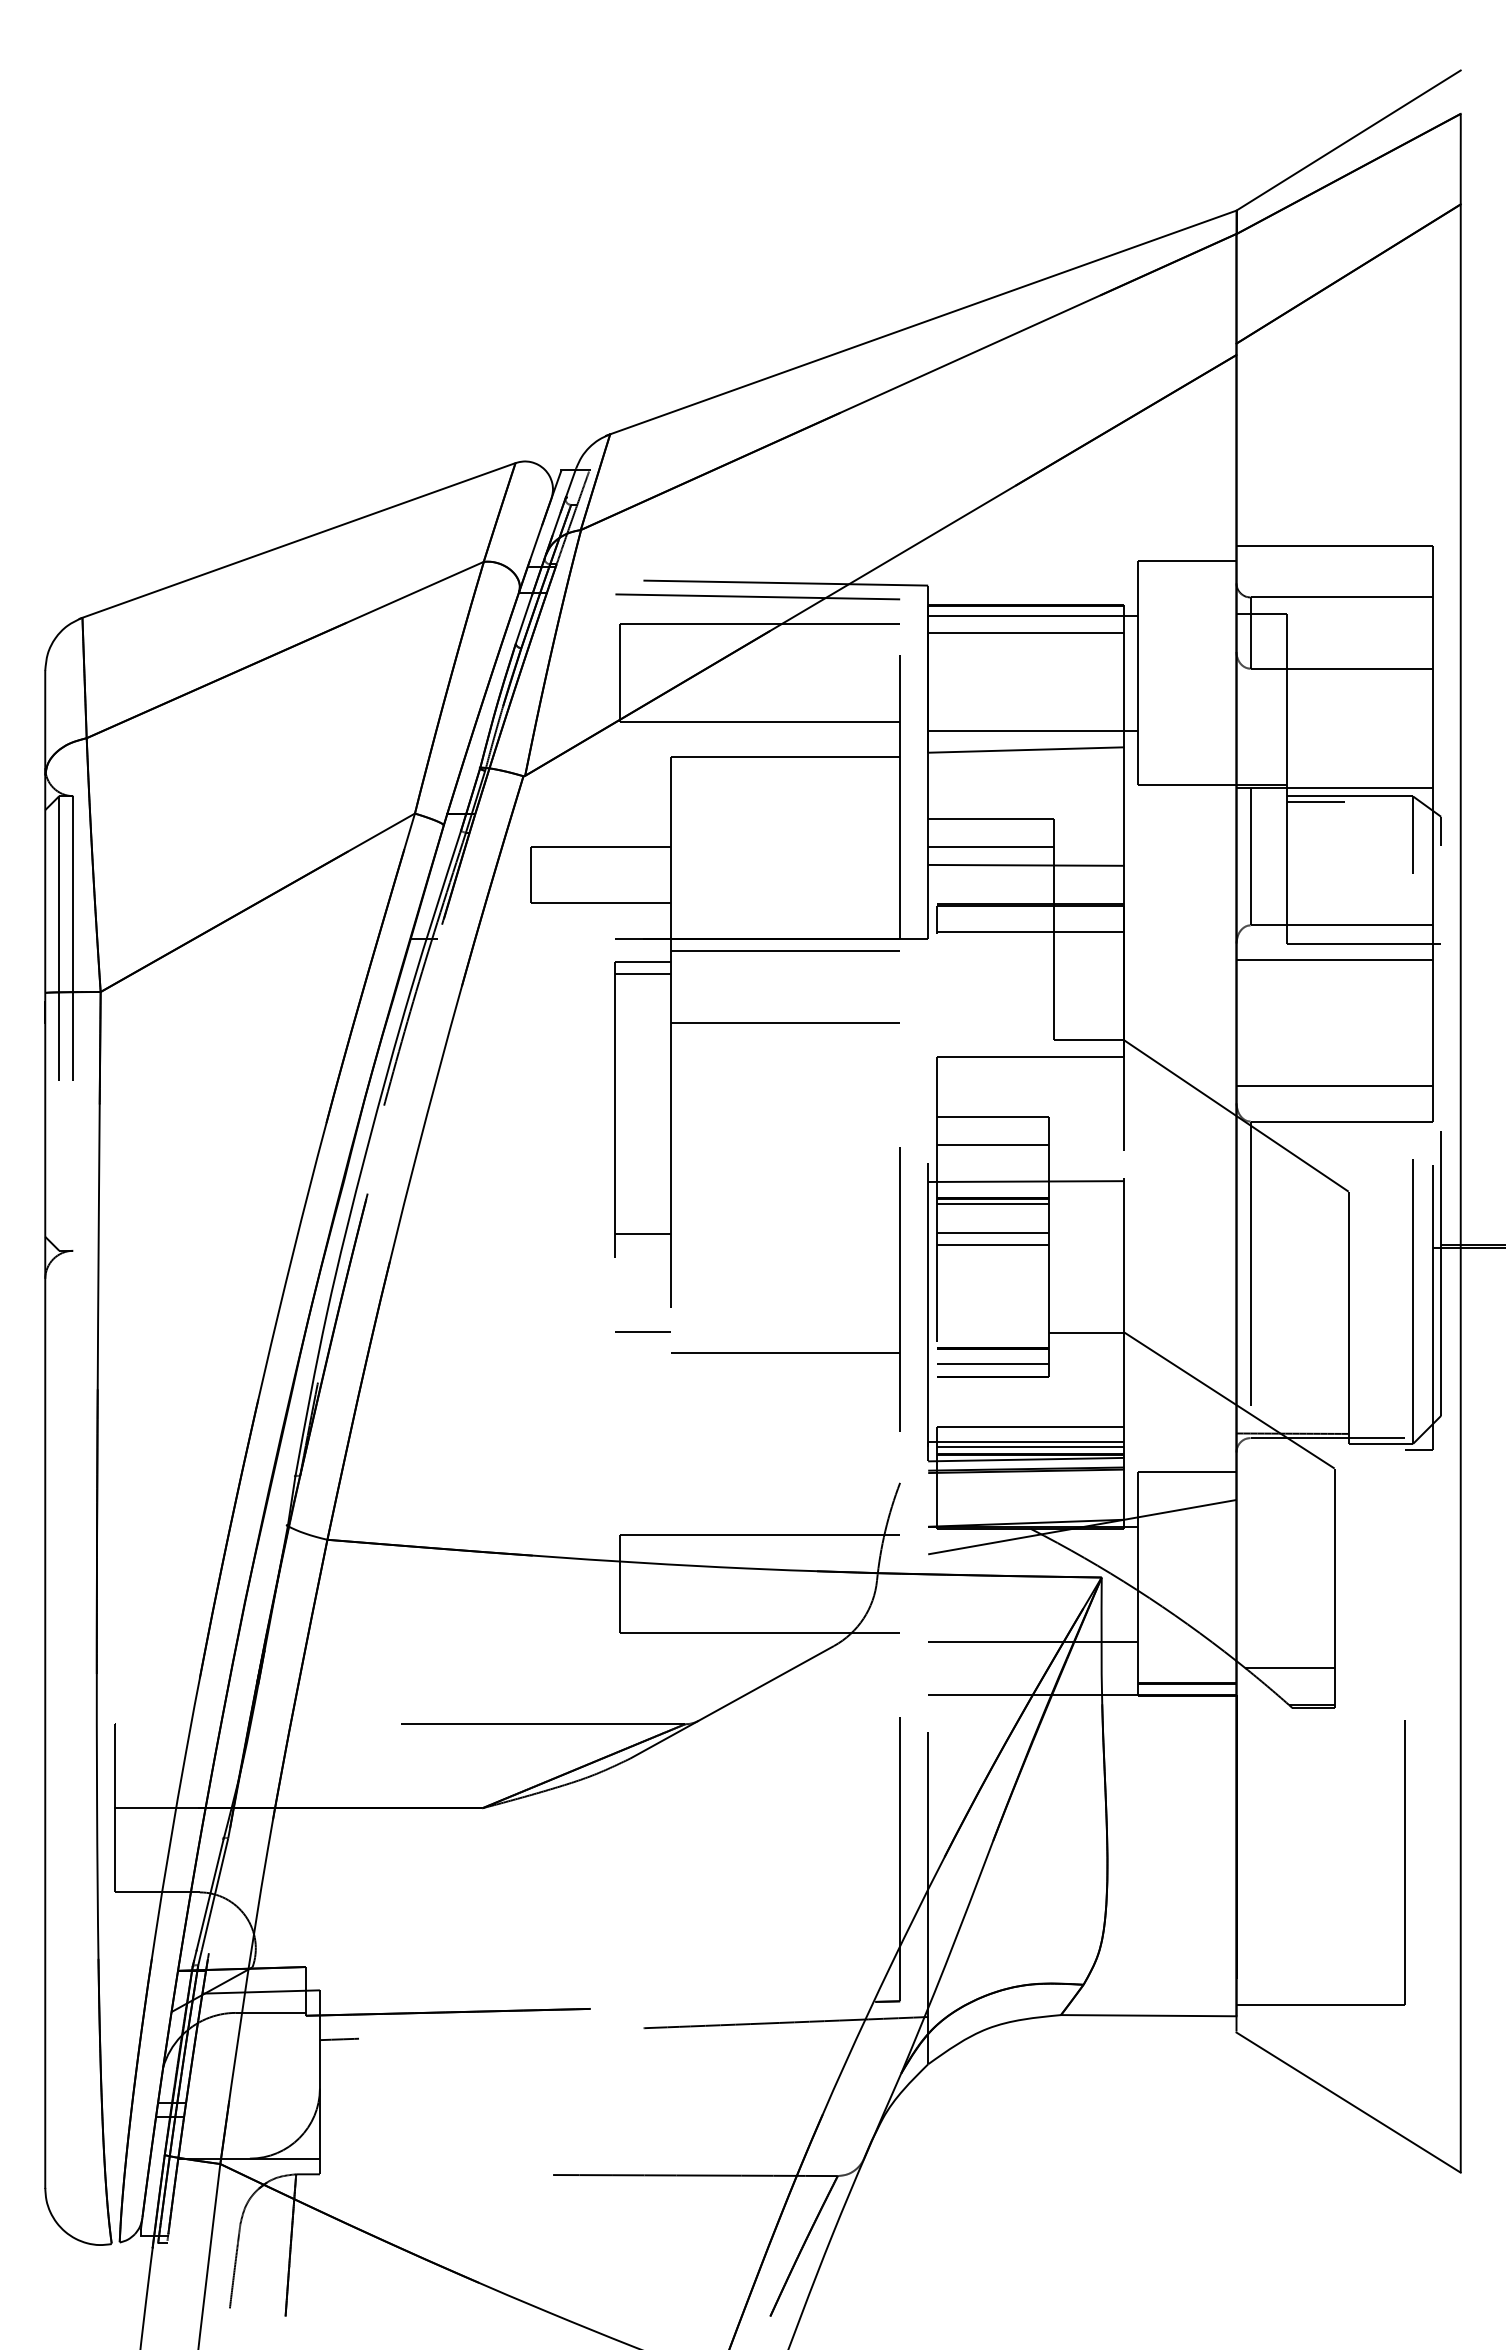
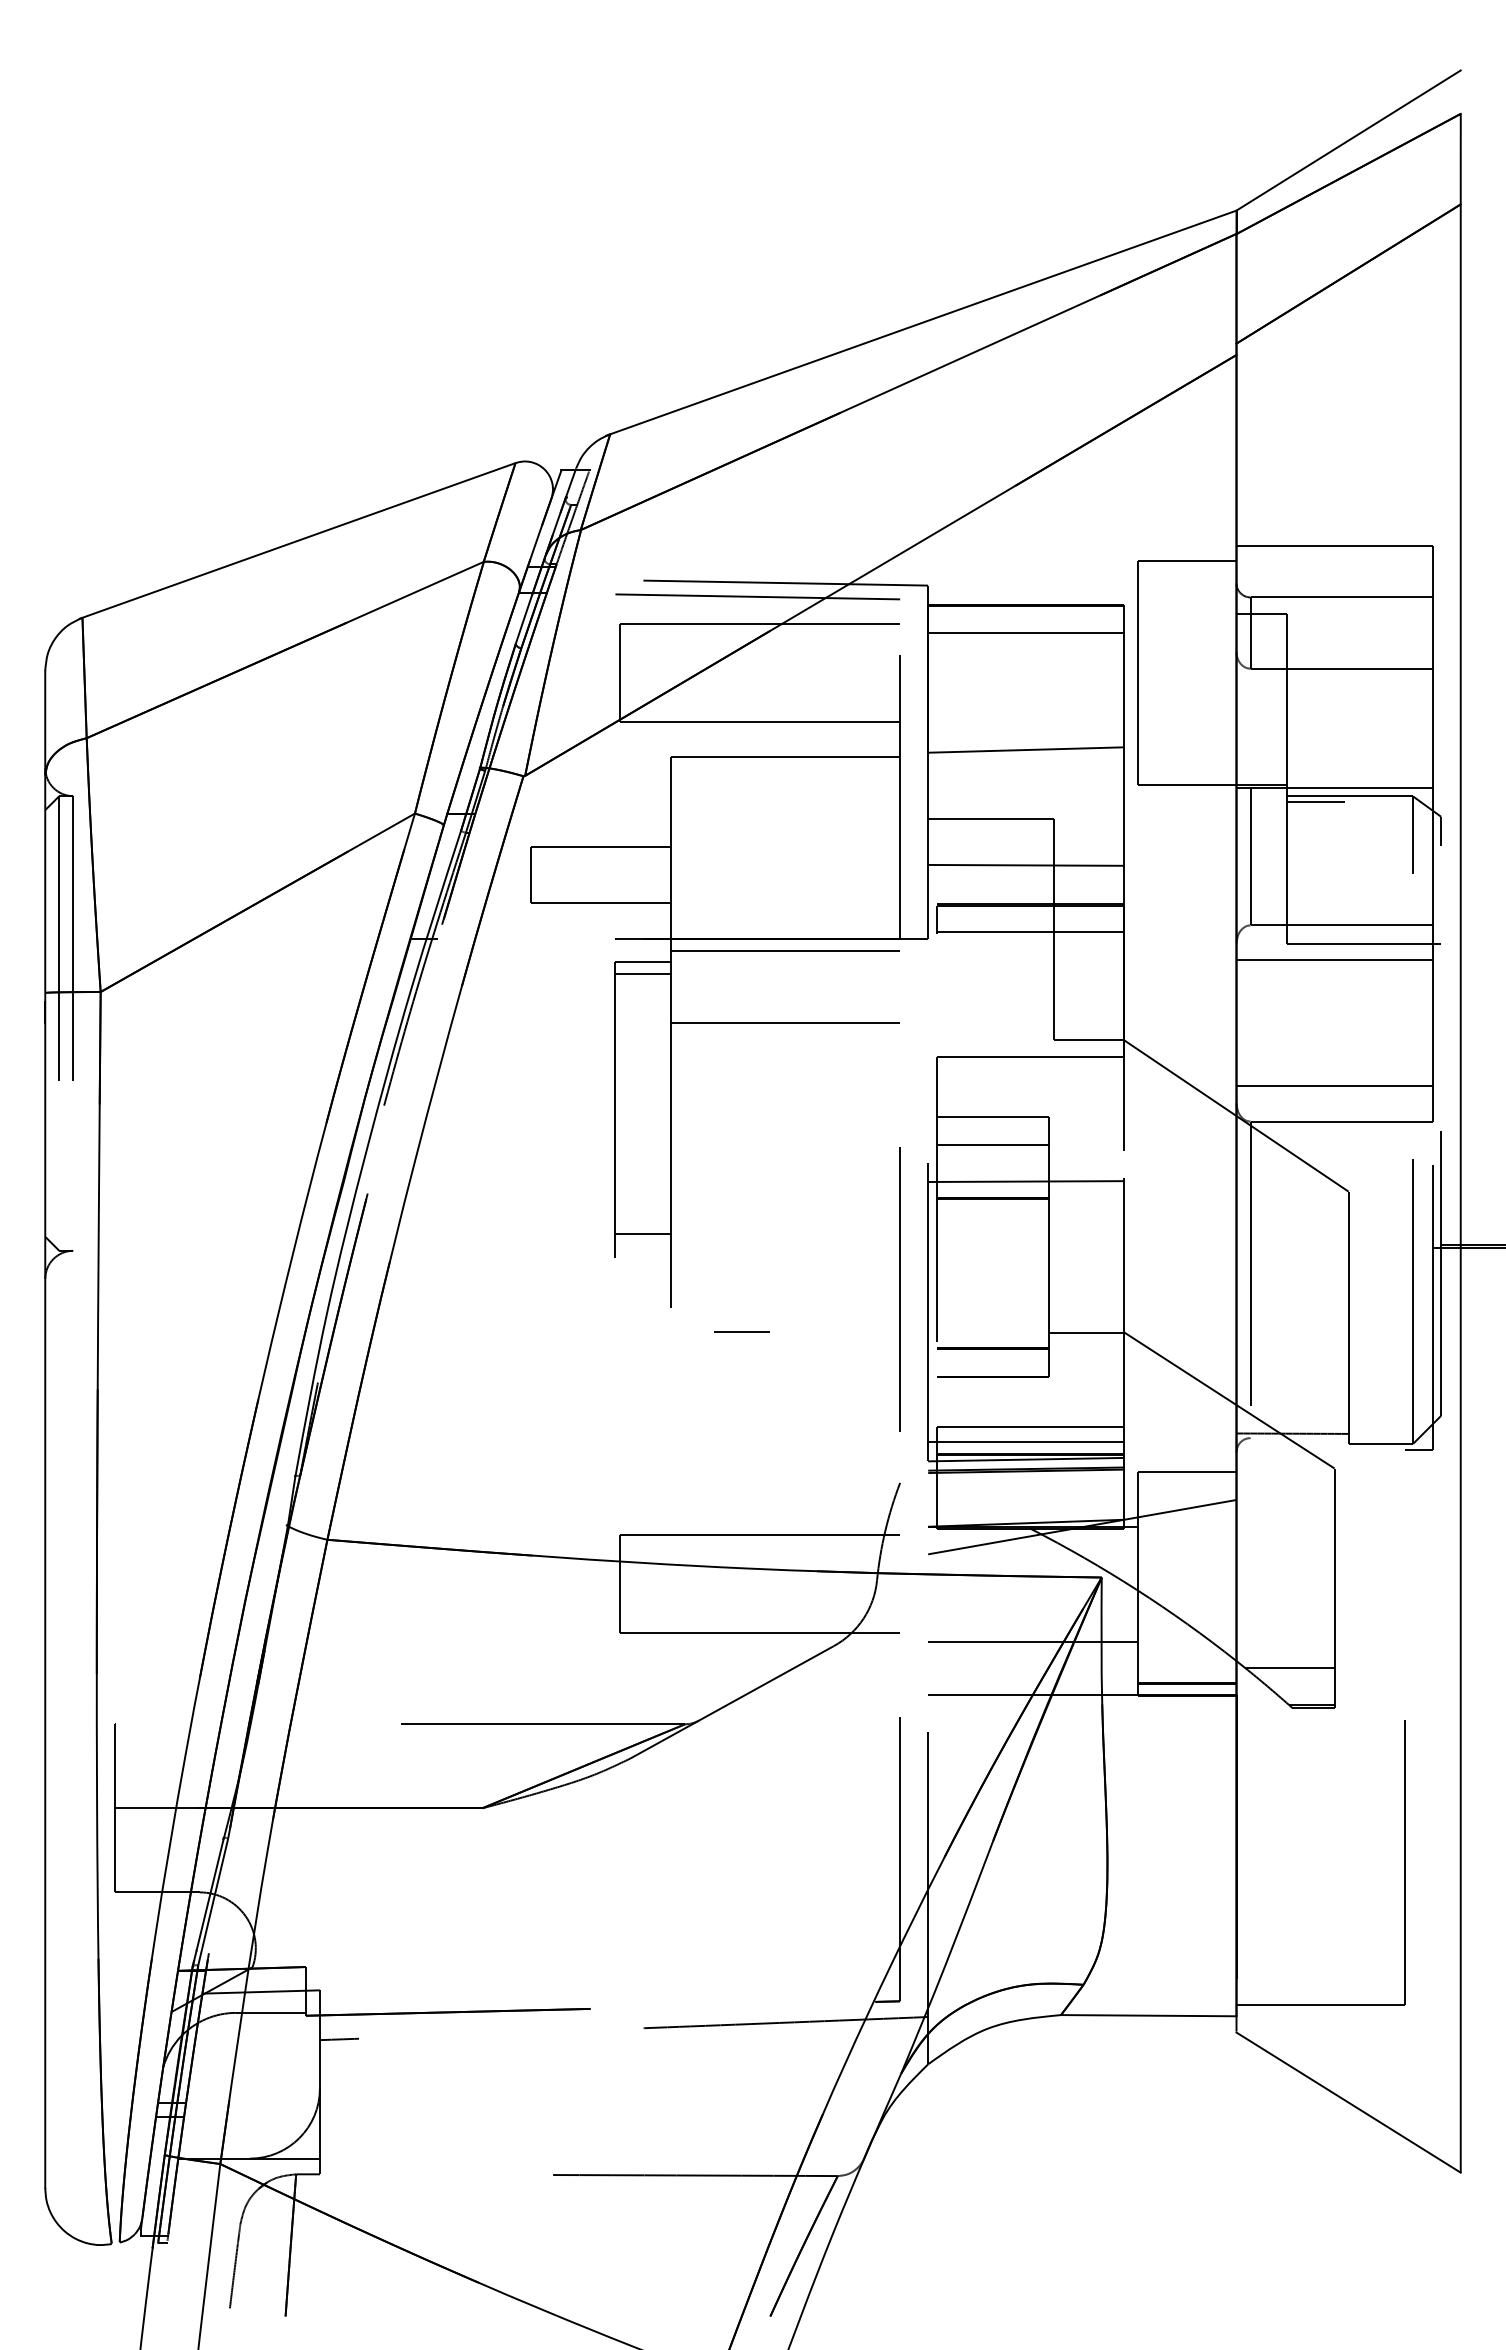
line at (1033, 615): present -> none
line at (1033, 730): present -> none
line at (991, 847): present -> none
line at (992, 1203): present -> none
line at (992, 1232): present -> none
line at (992, 1244): present -> none
line at (642, 1331) position: (642, 1331) -> (741, 1331)
line at (785, 1352): present -> none
line at (992, 1364): present -> none
line at (1327, 1438): present -> none
line at (1030, 1447): present -> none
